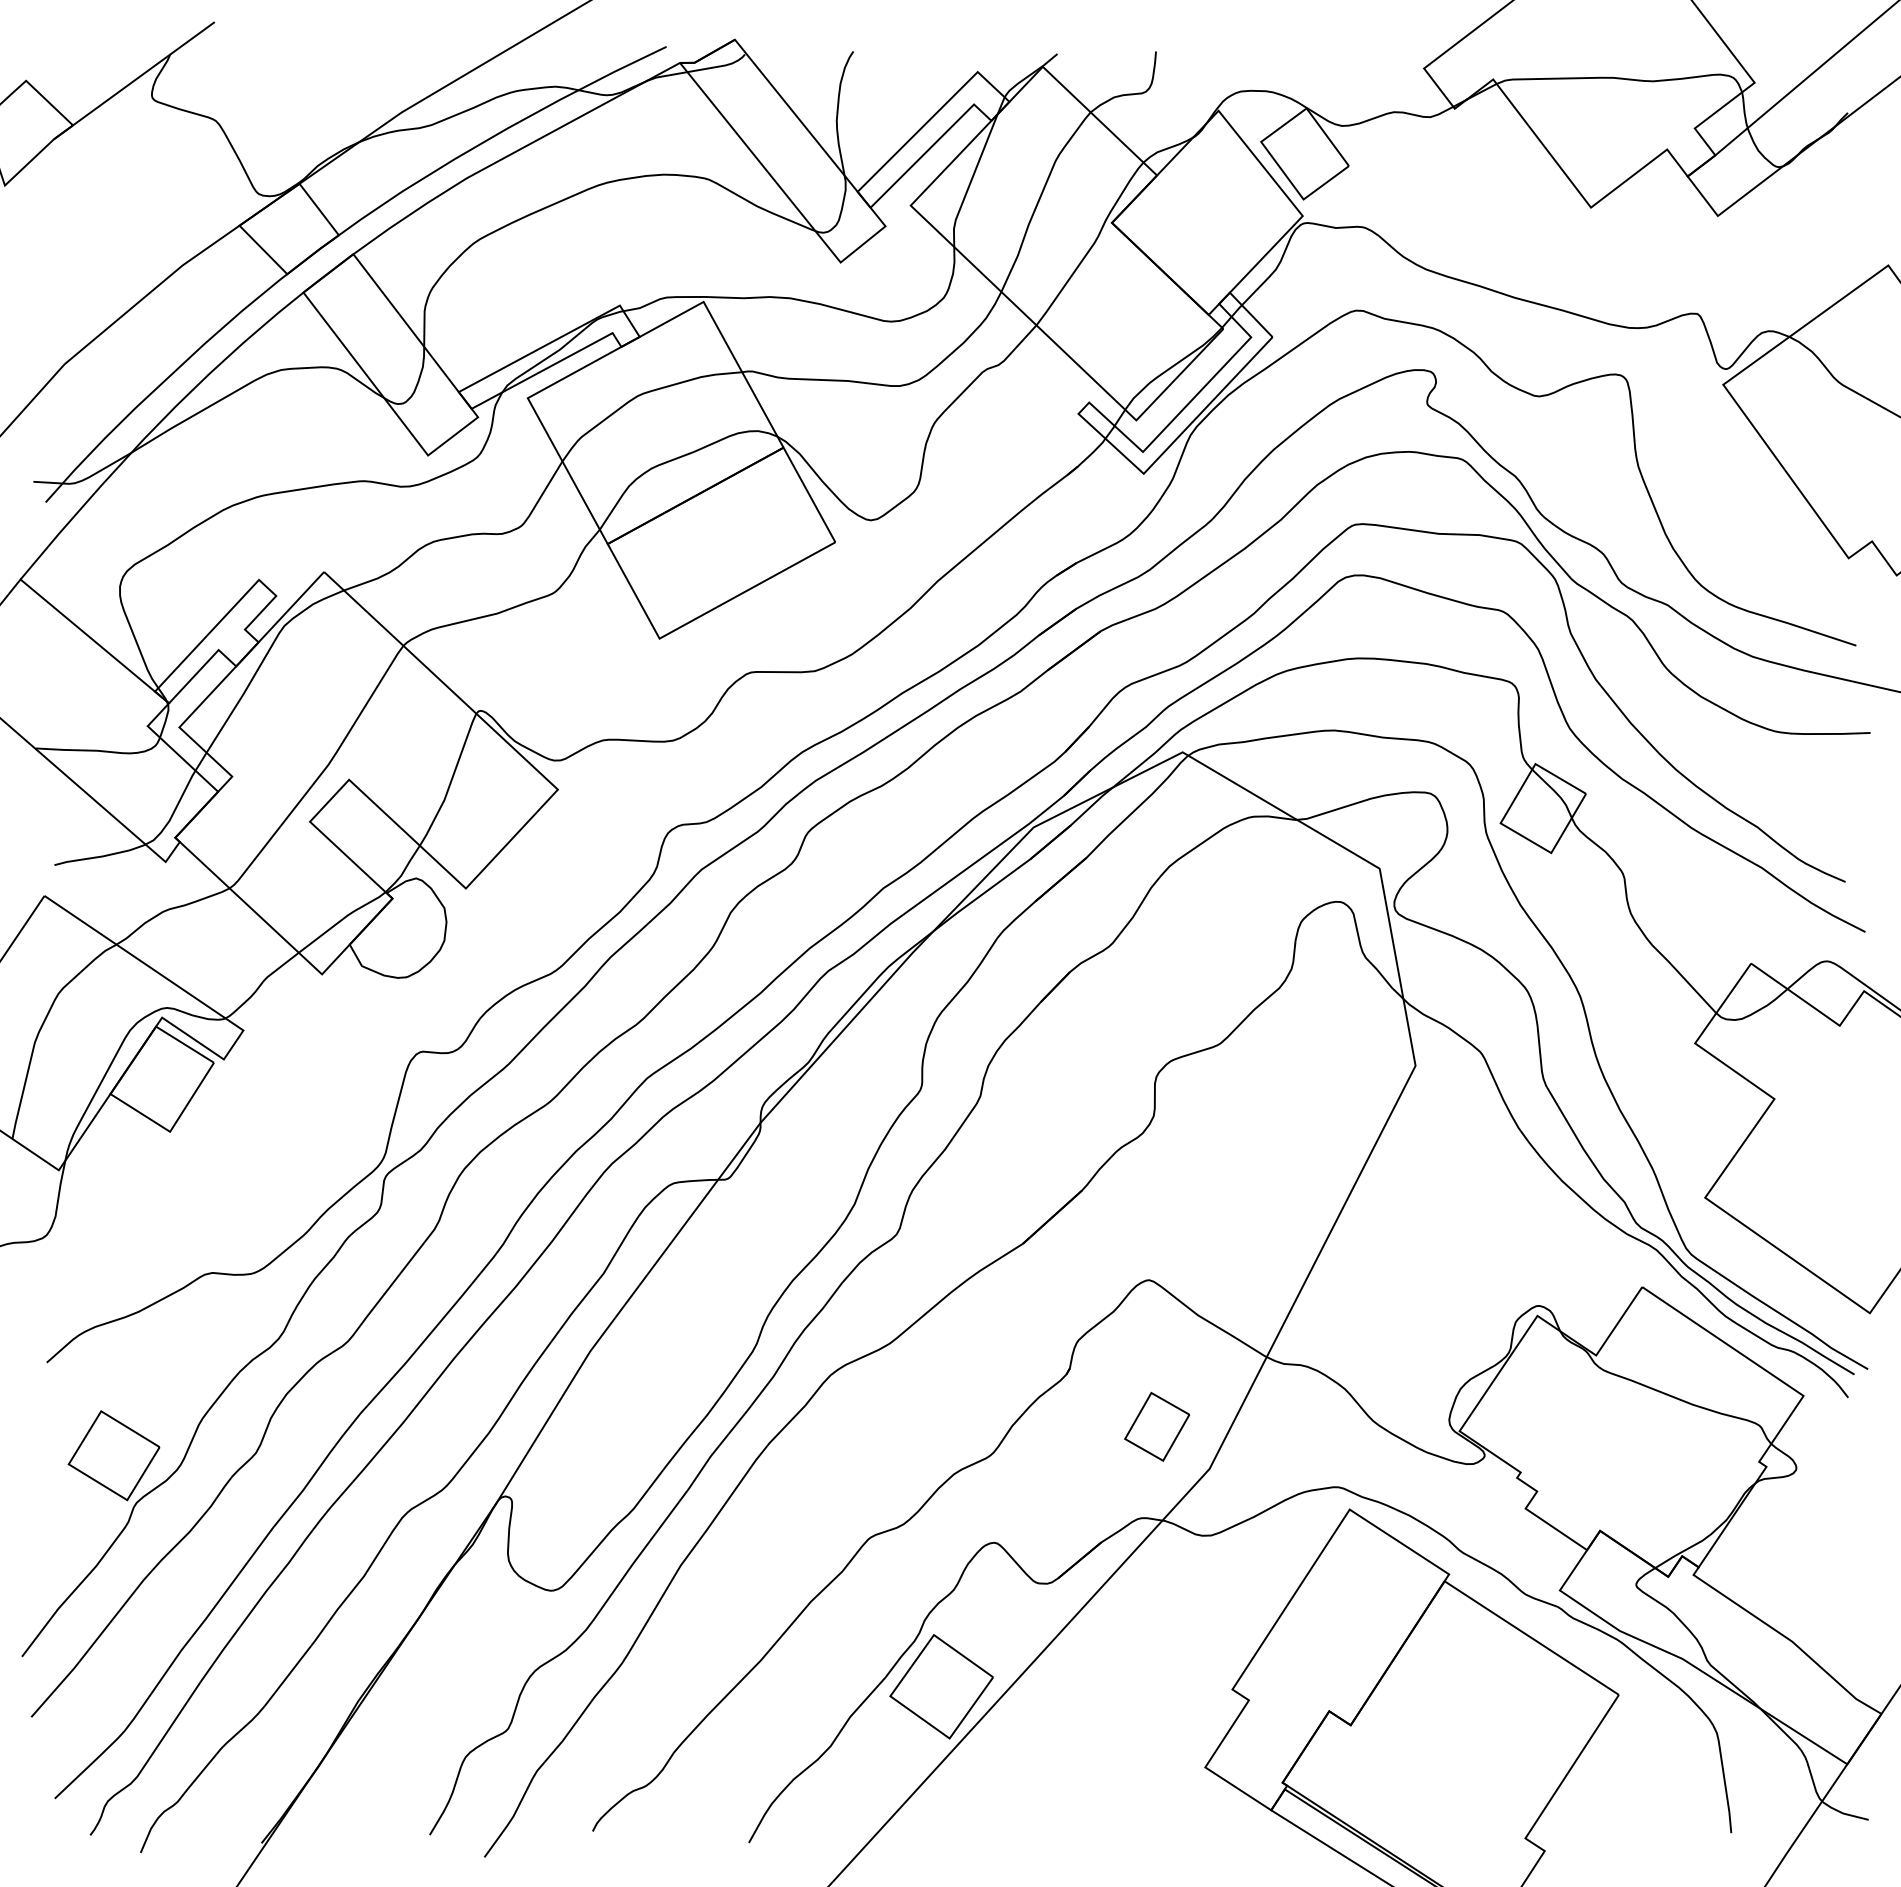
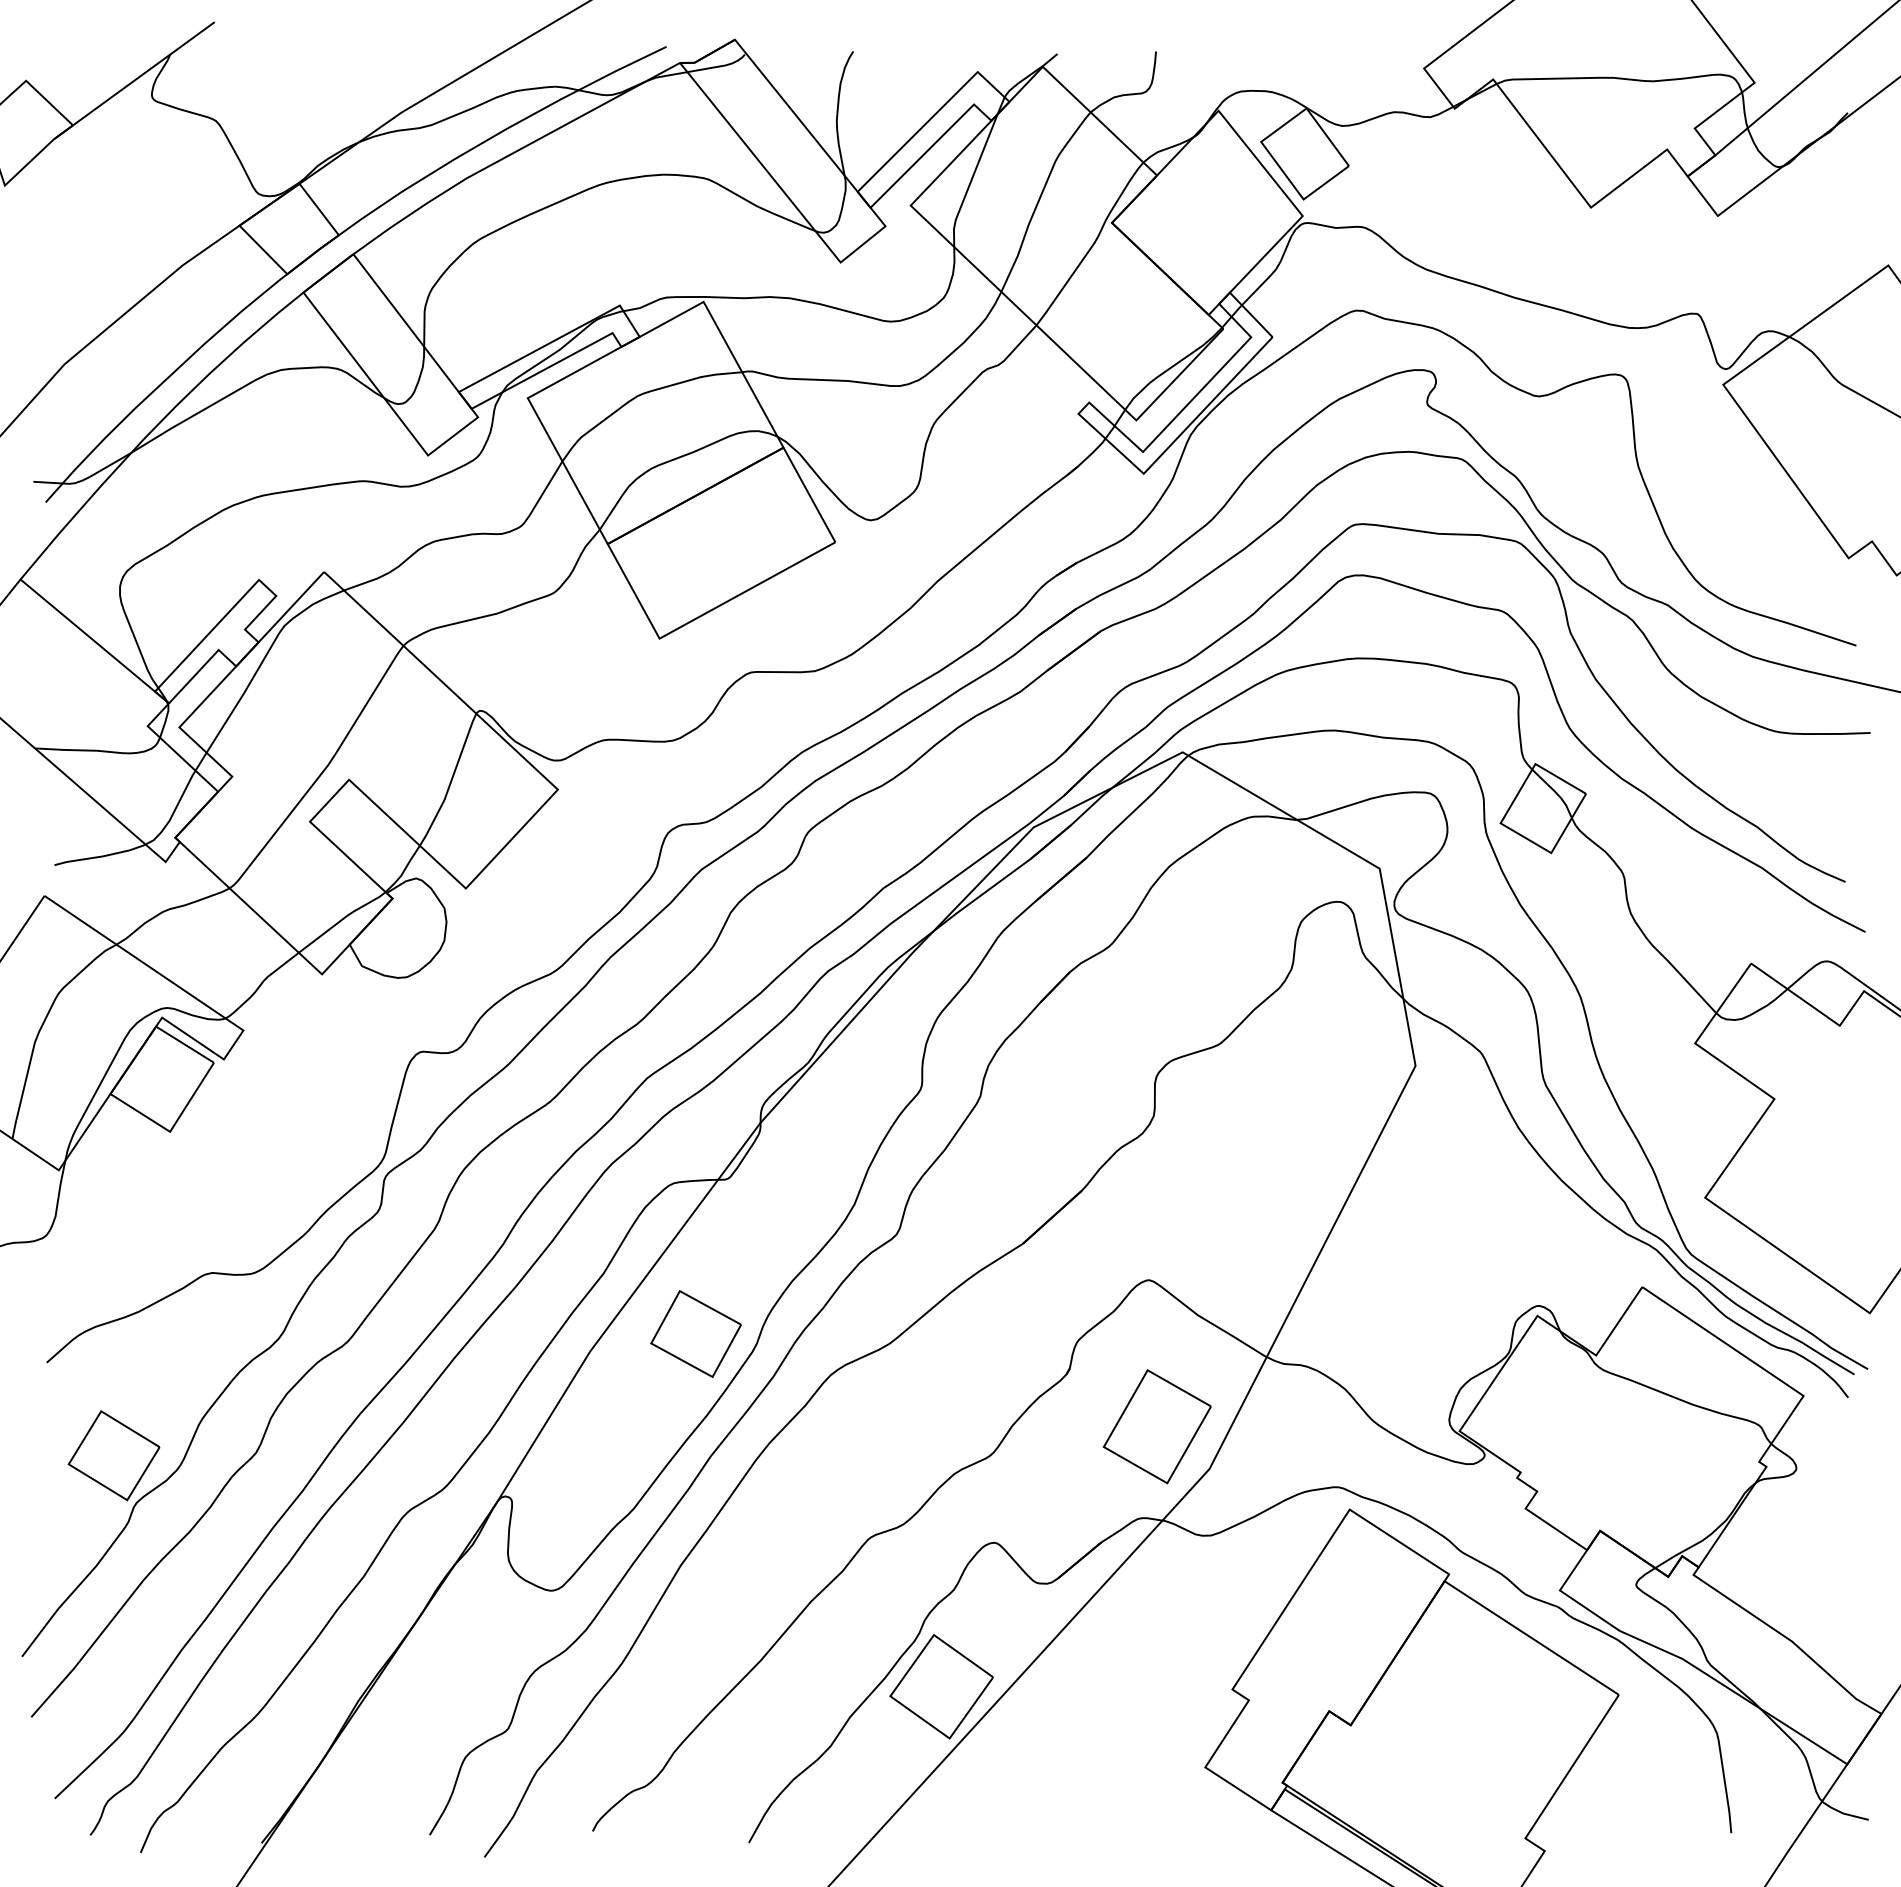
part at (695, 1333): none -> present
part at (1156, 1426) size: 66x70 px -> 110x116 px
